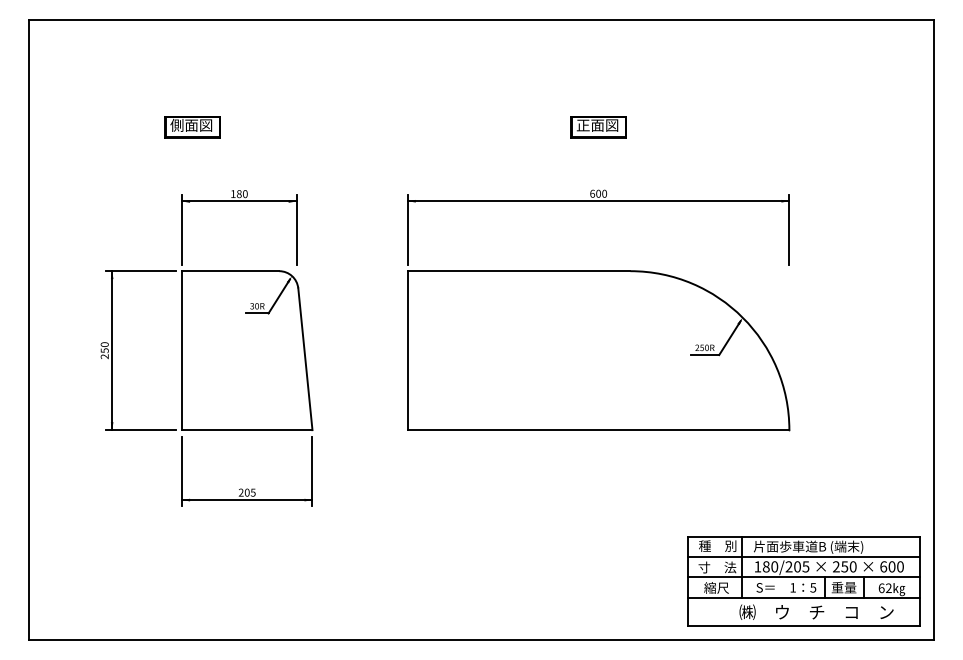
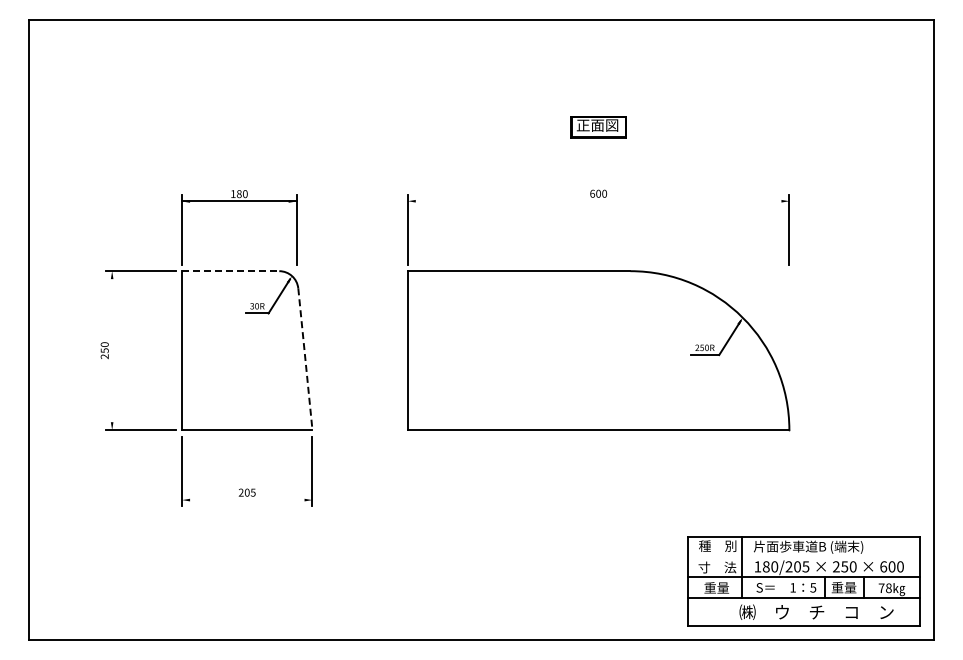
part at (192, 127): present -> none
line at (598, 201): present -> none
line at (230, 271): solid -> dashed
line at (112, 350): present -> none
line at (305, 359): solid -> dashed
line at (247, 500): present -> none
line at (803, 556): present -> none
text at (716, 587): 縮尺 -> 重量
text at (884, 588): 62 -> 78
